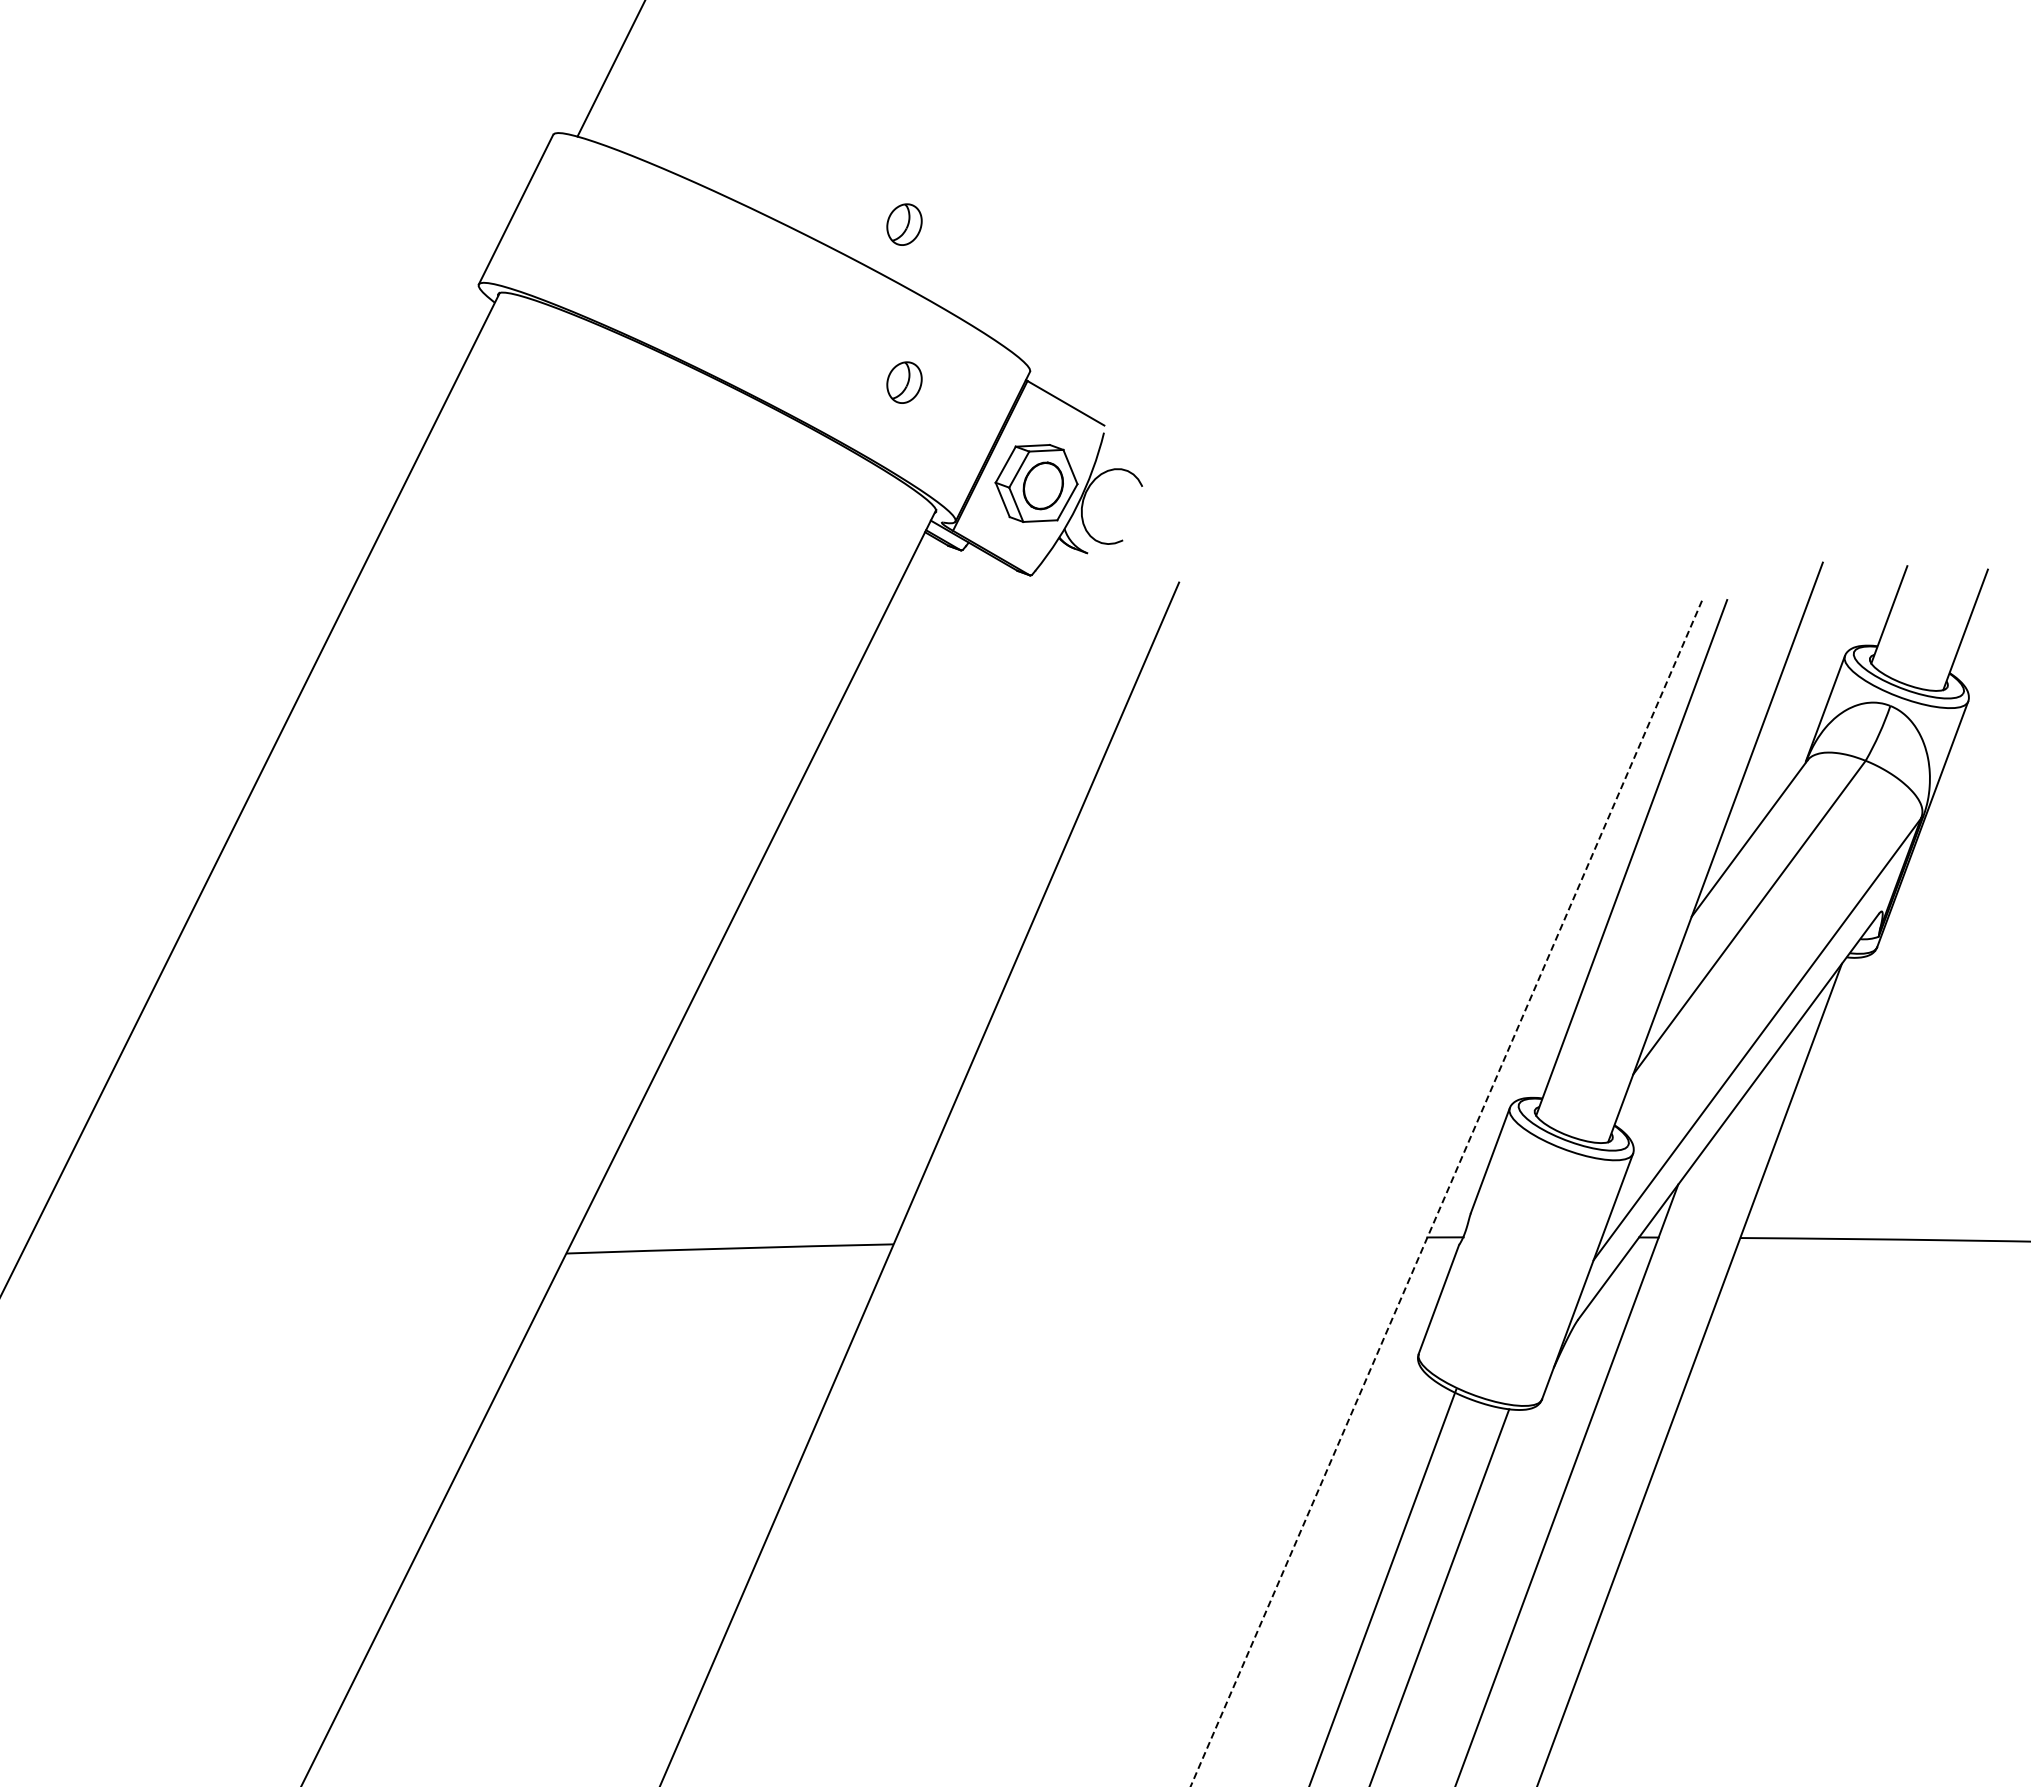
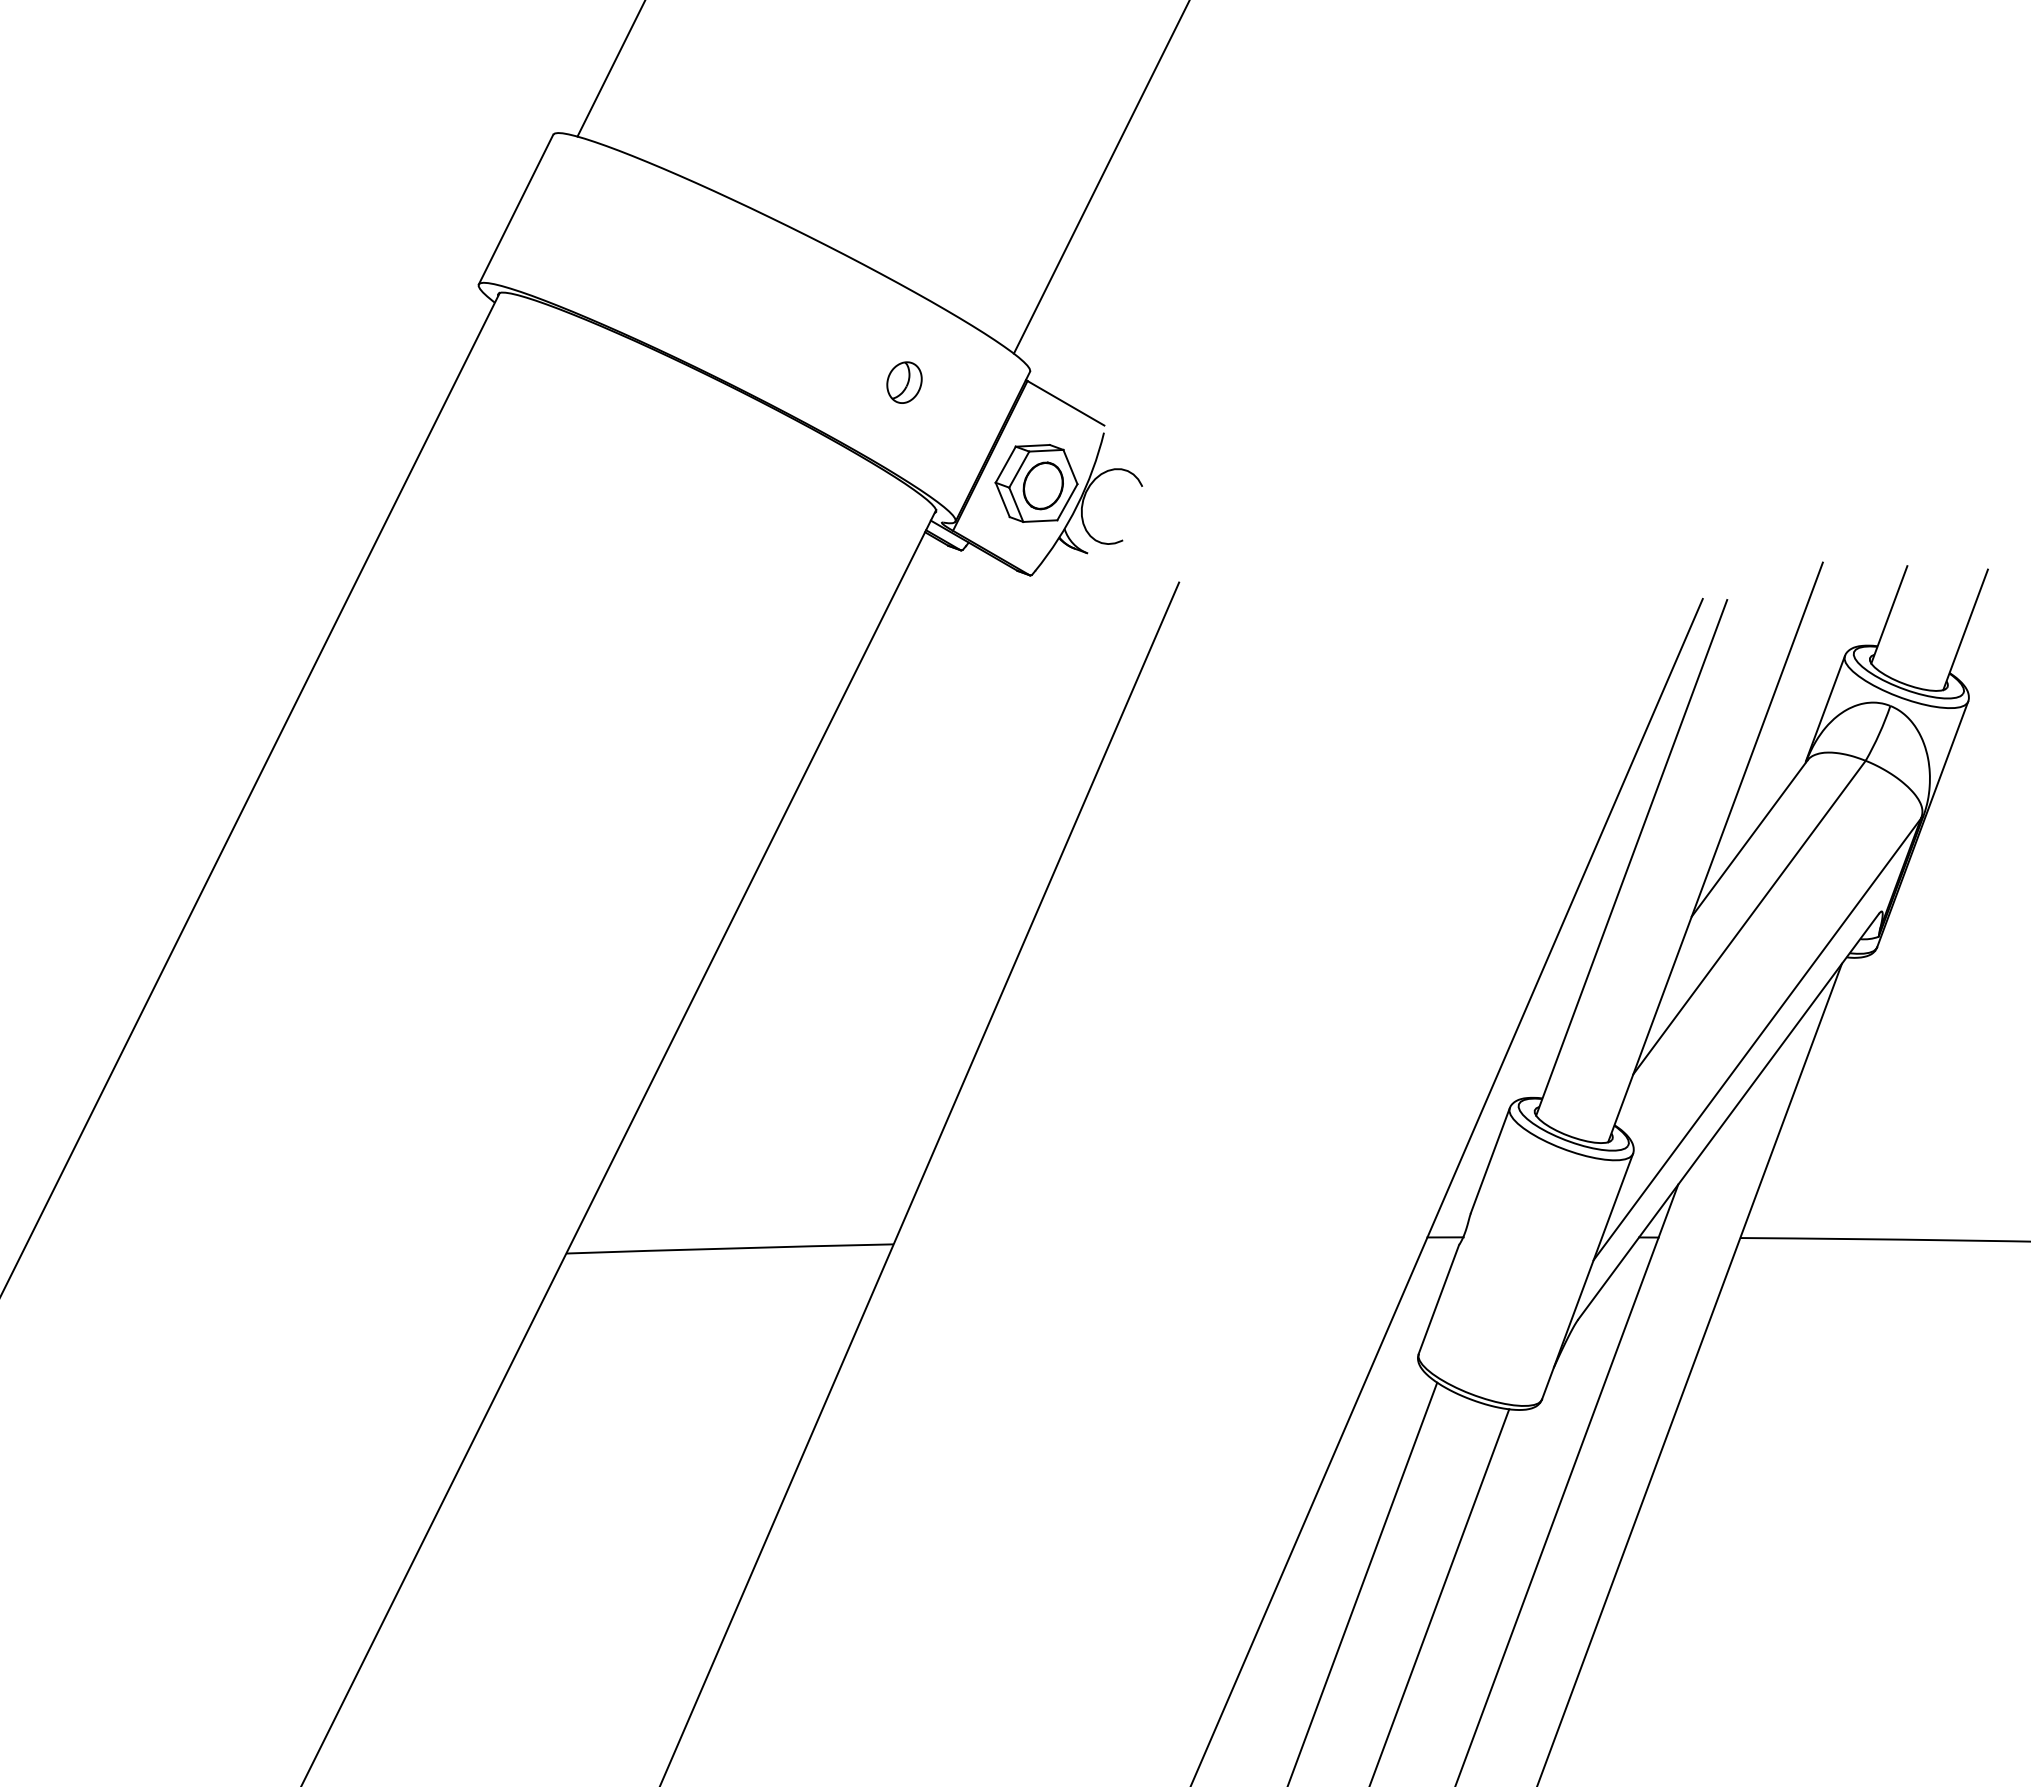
line at (1100, 177): none -> present
part at (904, 224): present -> none
line at (1447, 1192): dashed -> solid
line at (1383, 1586) position: (1383, 1586) -> (1362, 1582)
